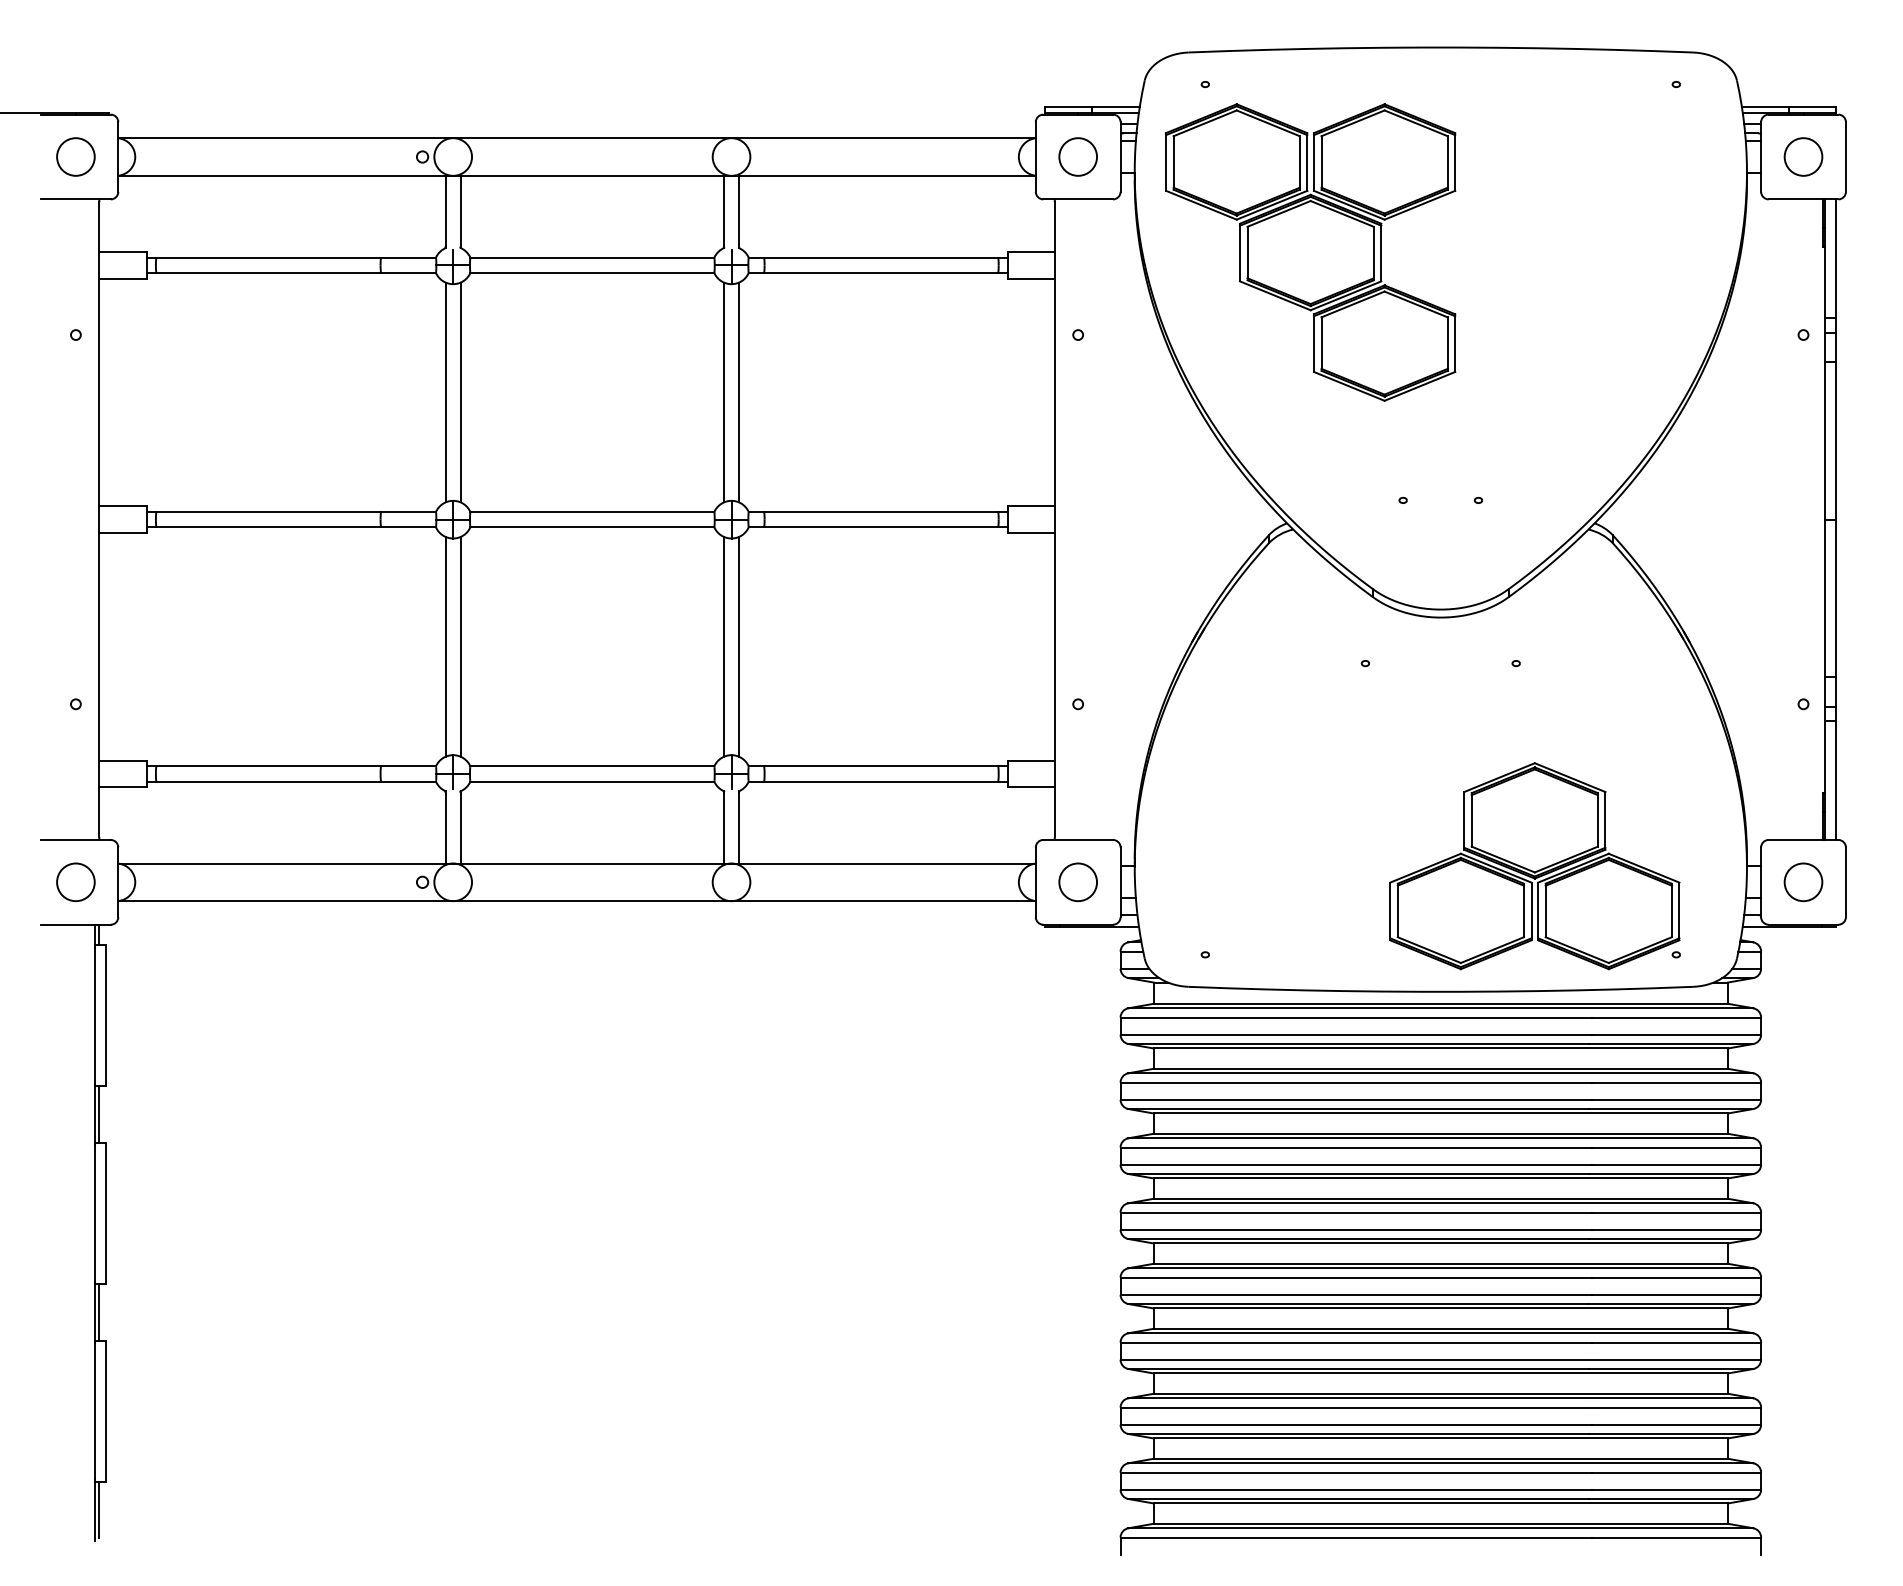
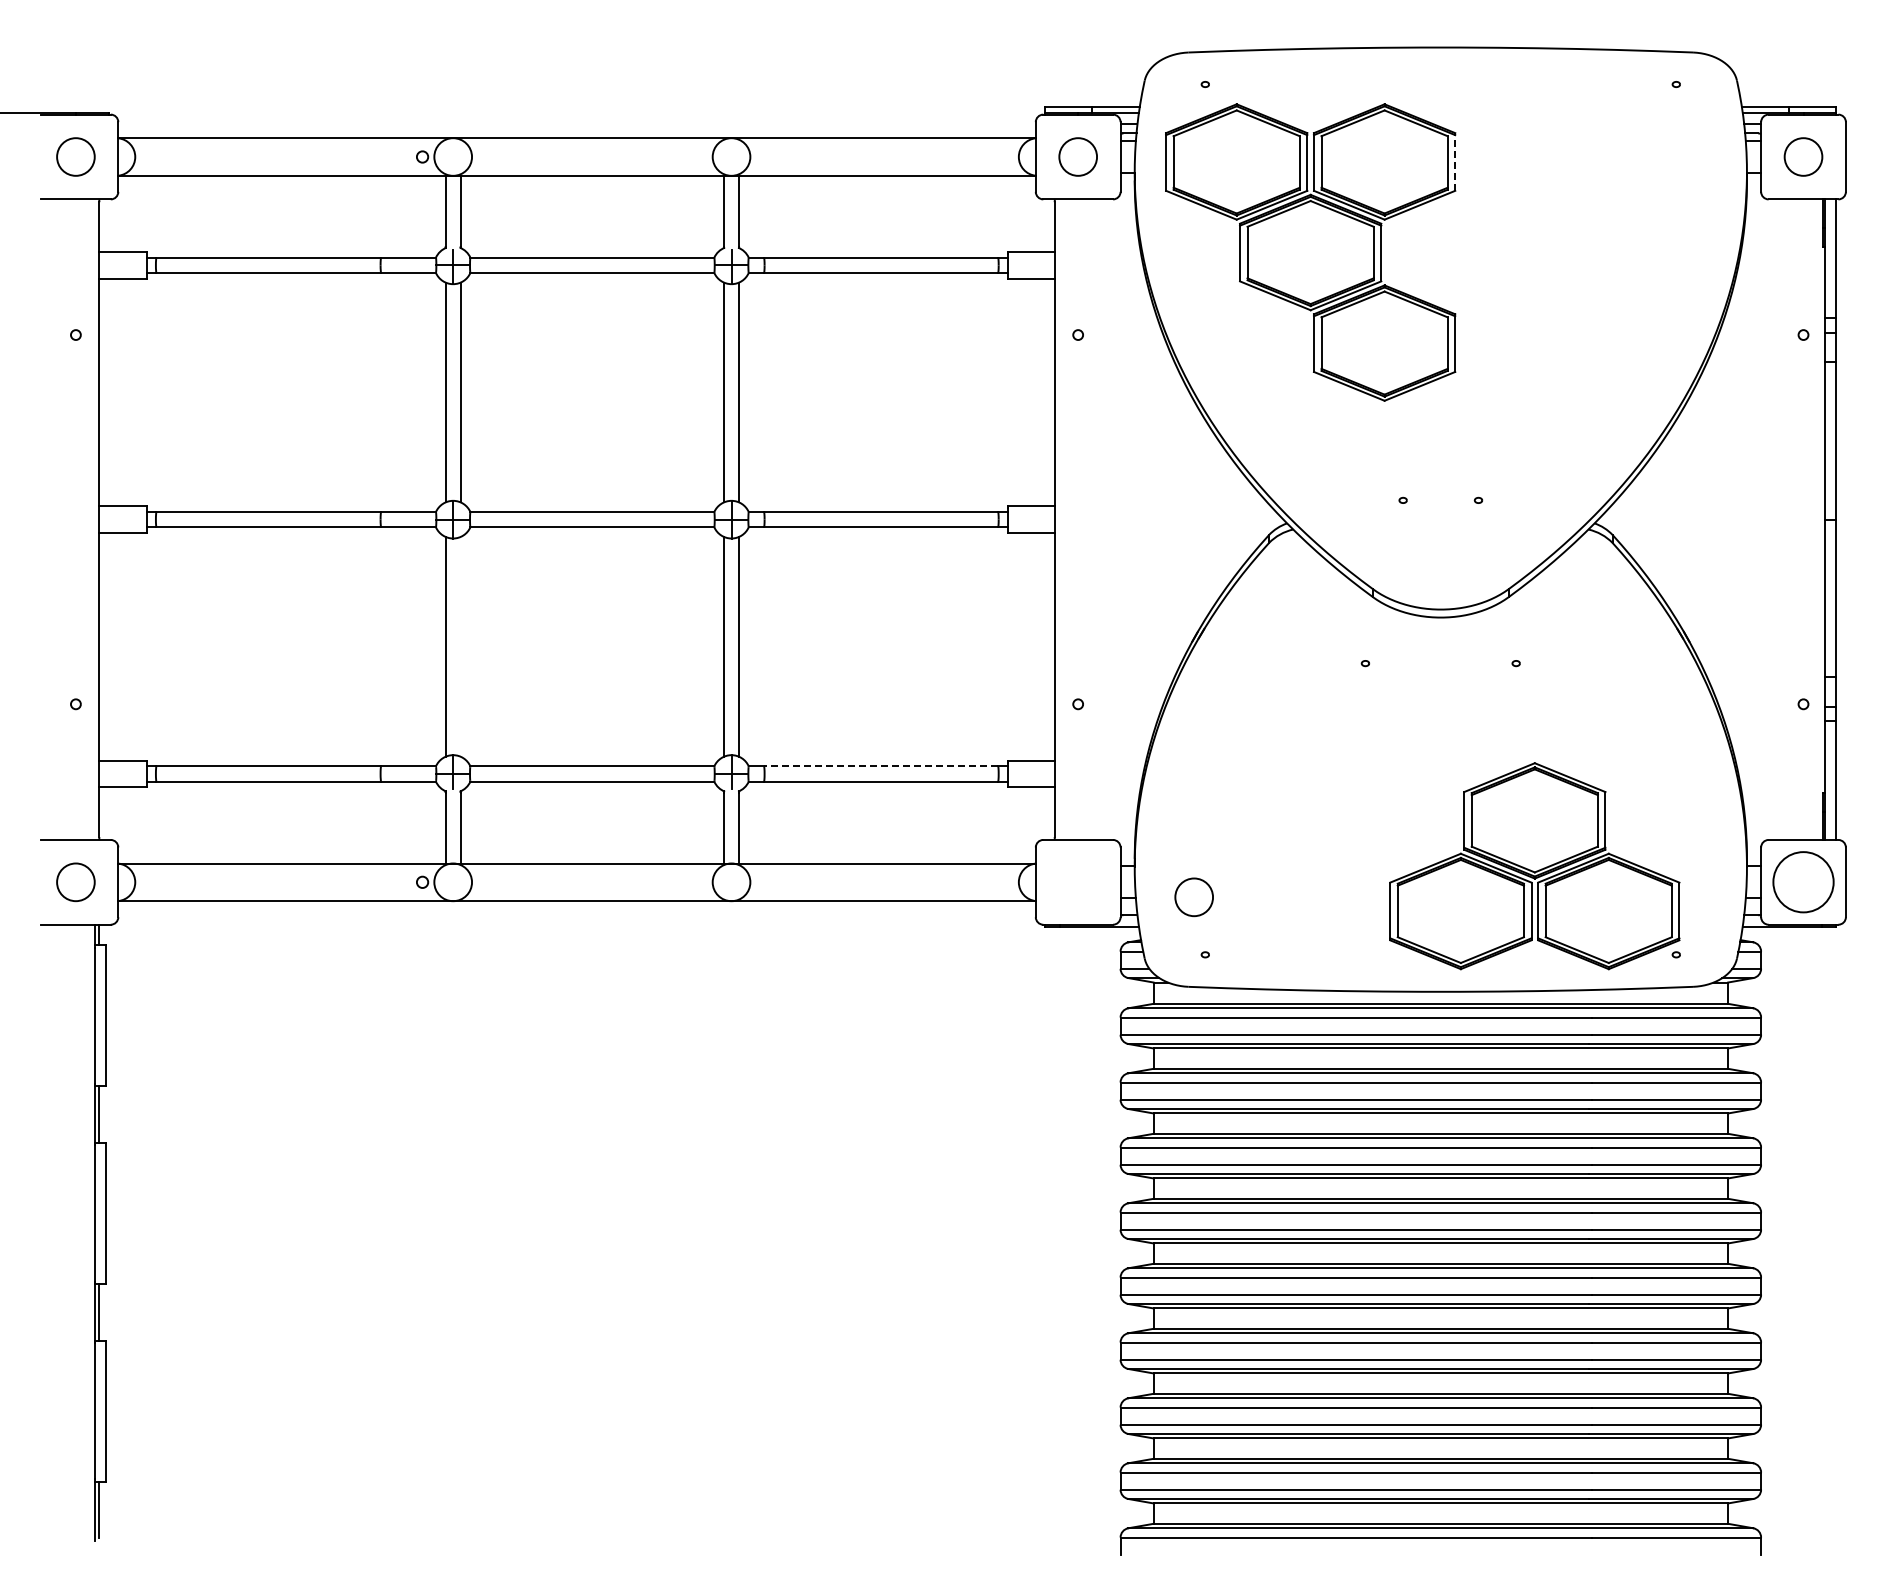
line at (1455, 161): solid -> dashed
line at (460, 646): present -> none
line at (880, 766): solid -> dashed
circle at (1077, 882) position: (1077, 882) -> (1193, 897)
circle at (1803, 882) size: 41x41 px -> 63x63 px
